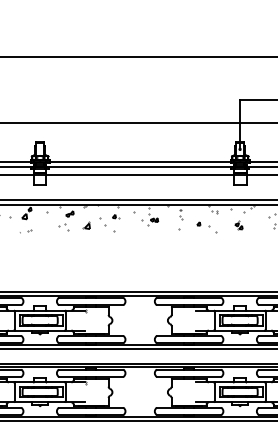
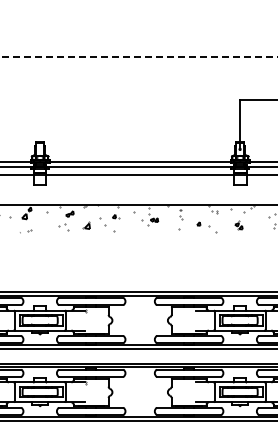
line at (139, 57): solid -> dashed
line at (138, 122): present -> none
line at (138, 200): present -> none
